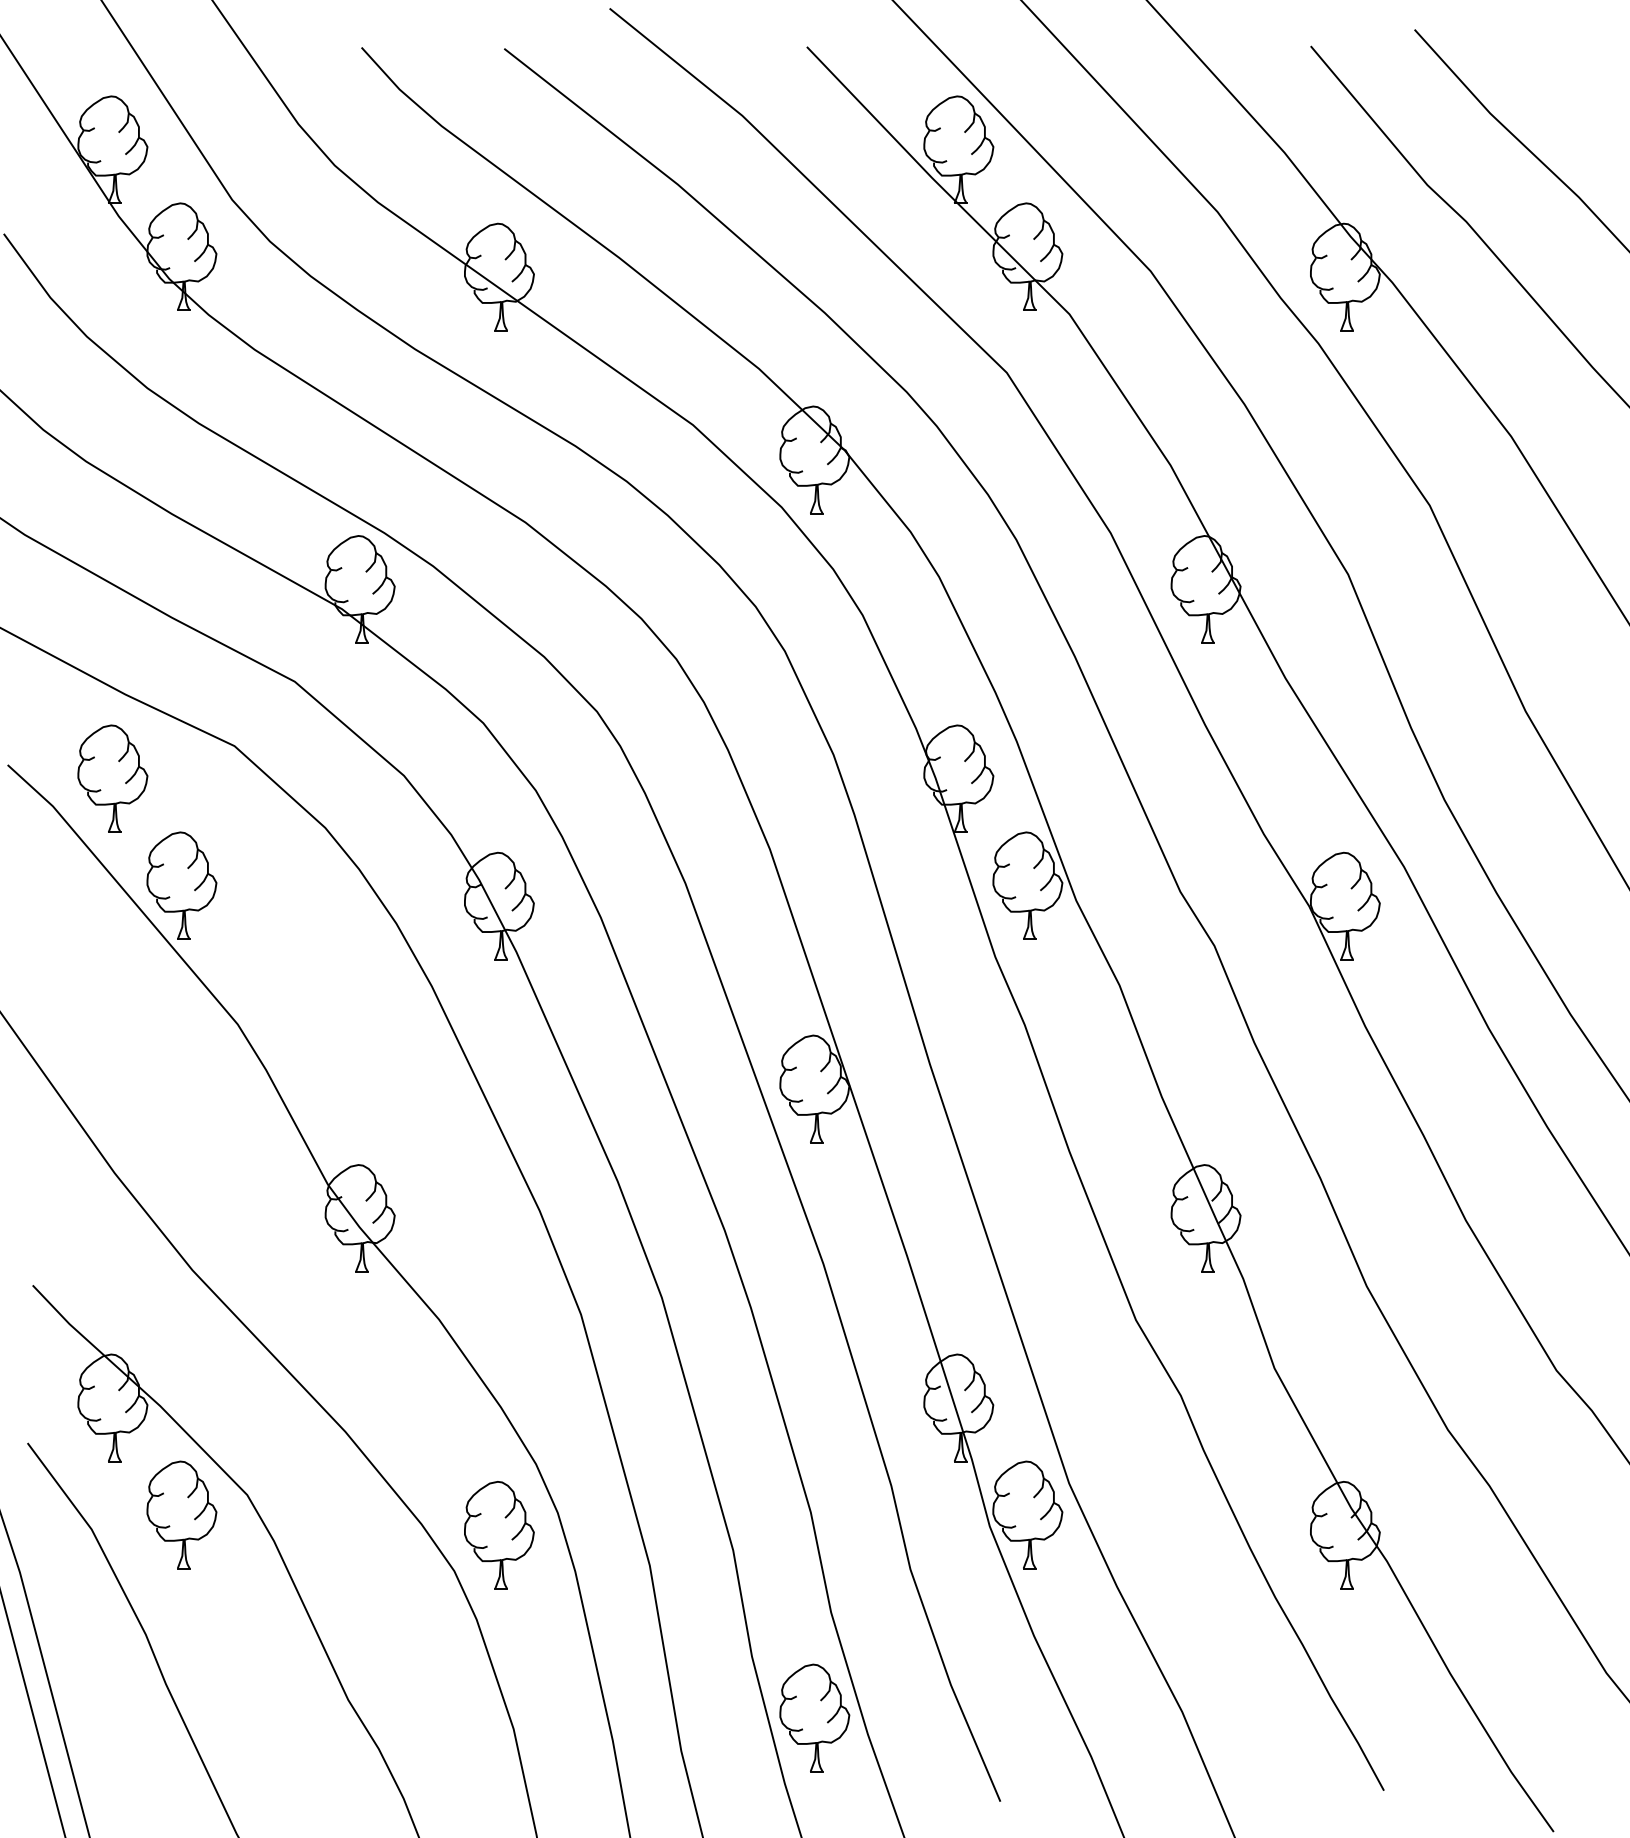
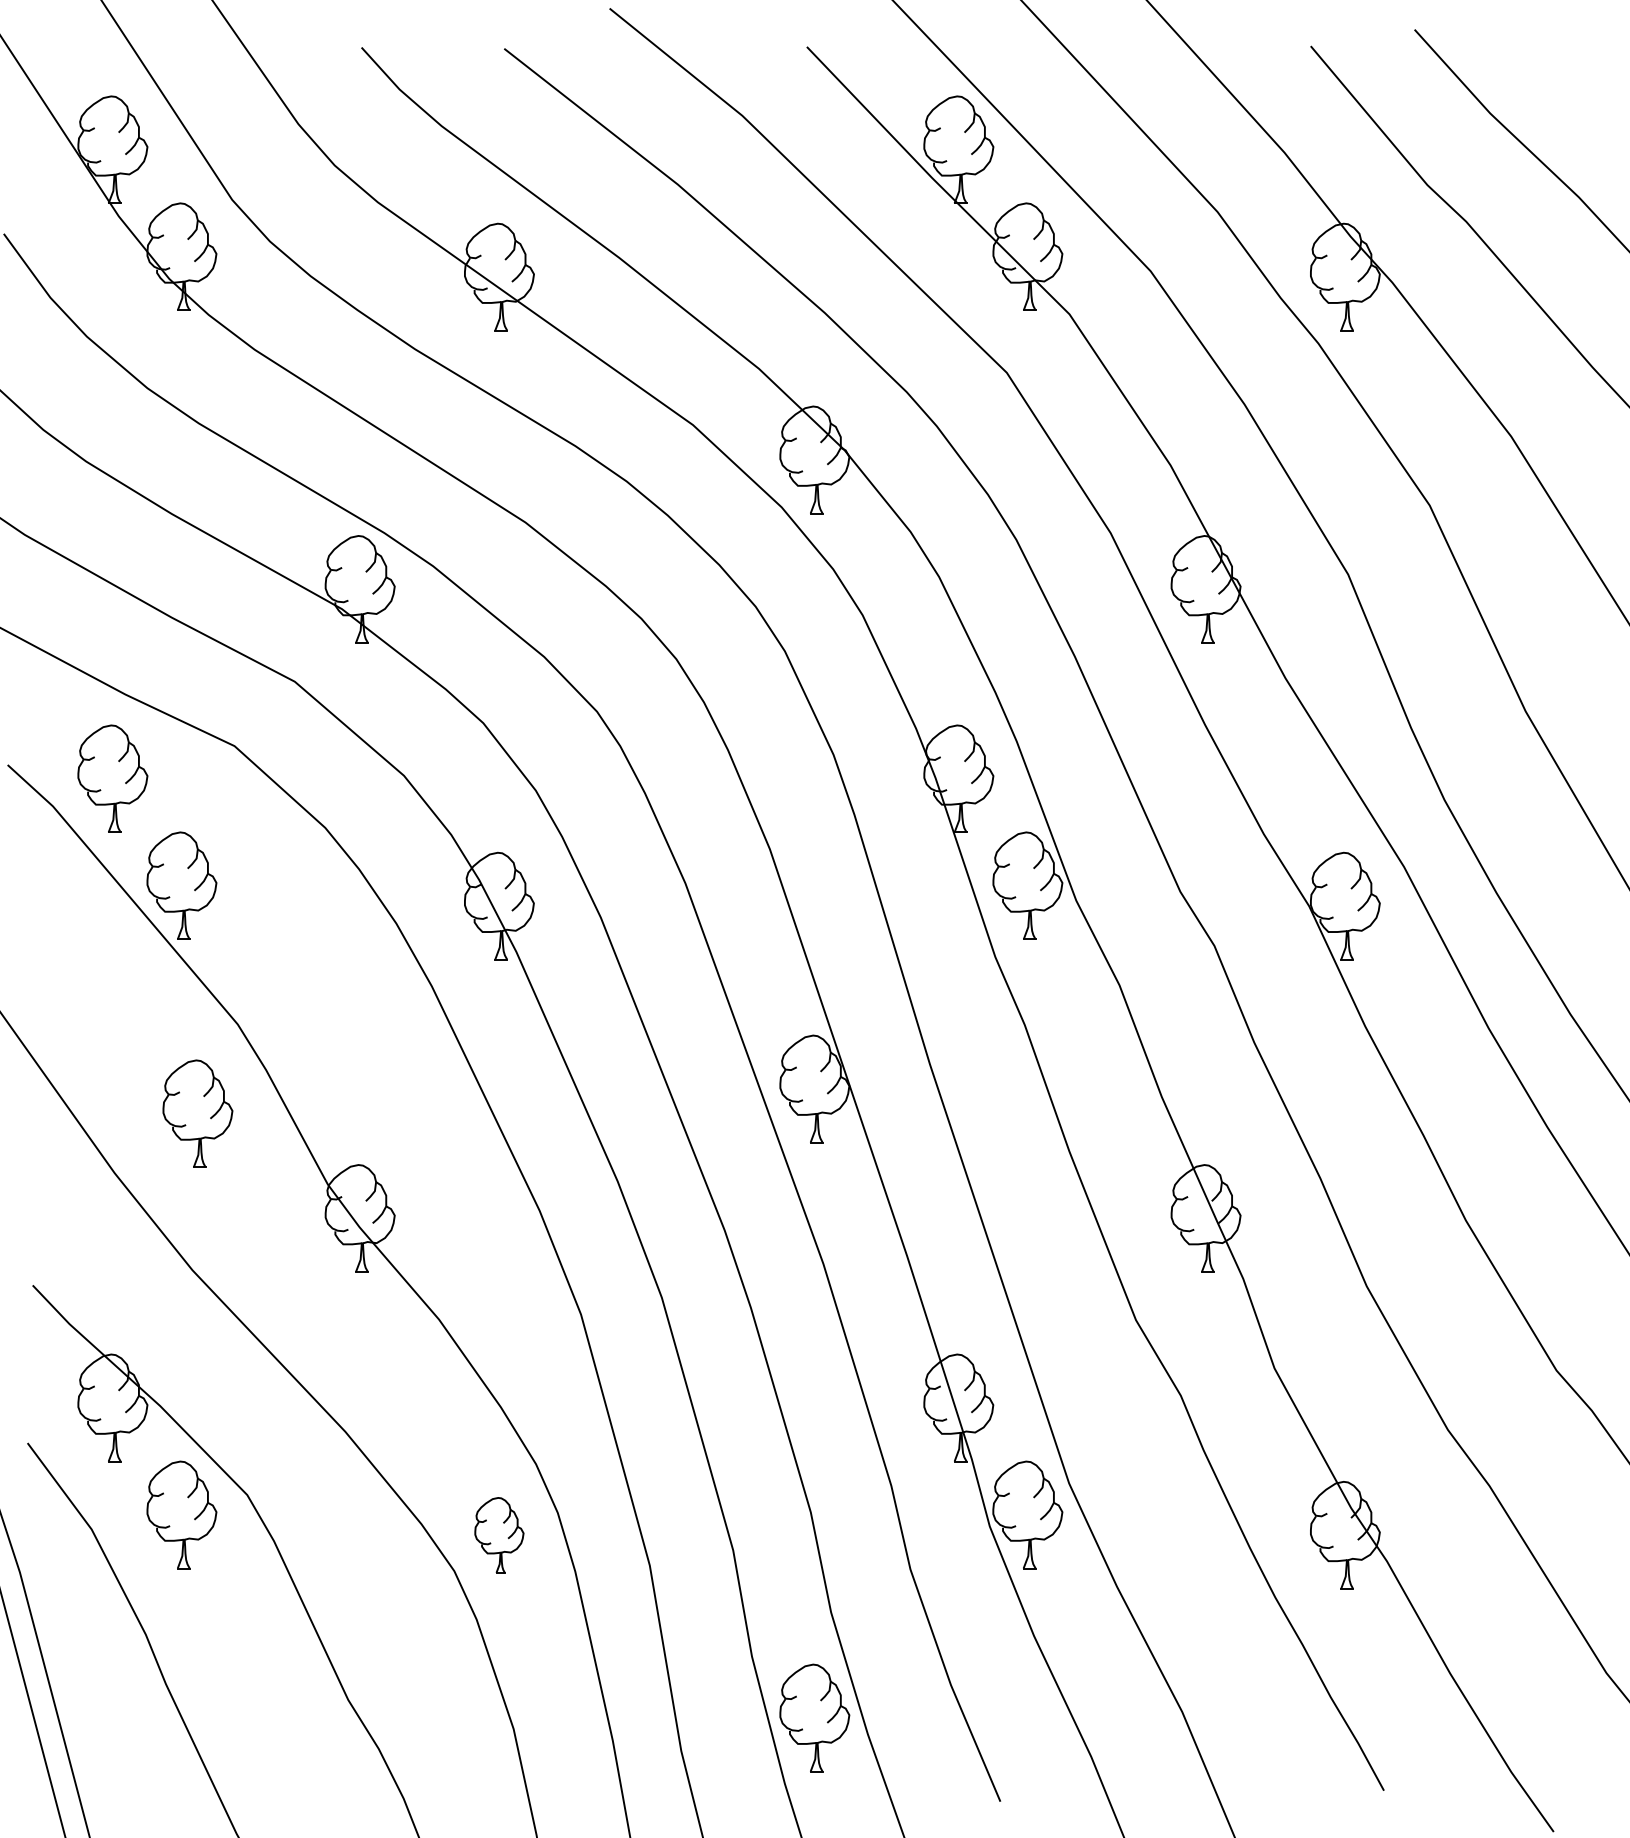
part at (197, 1113): none -> present
part at (499, 1535) size: 71x109 px -> 51x77 px
